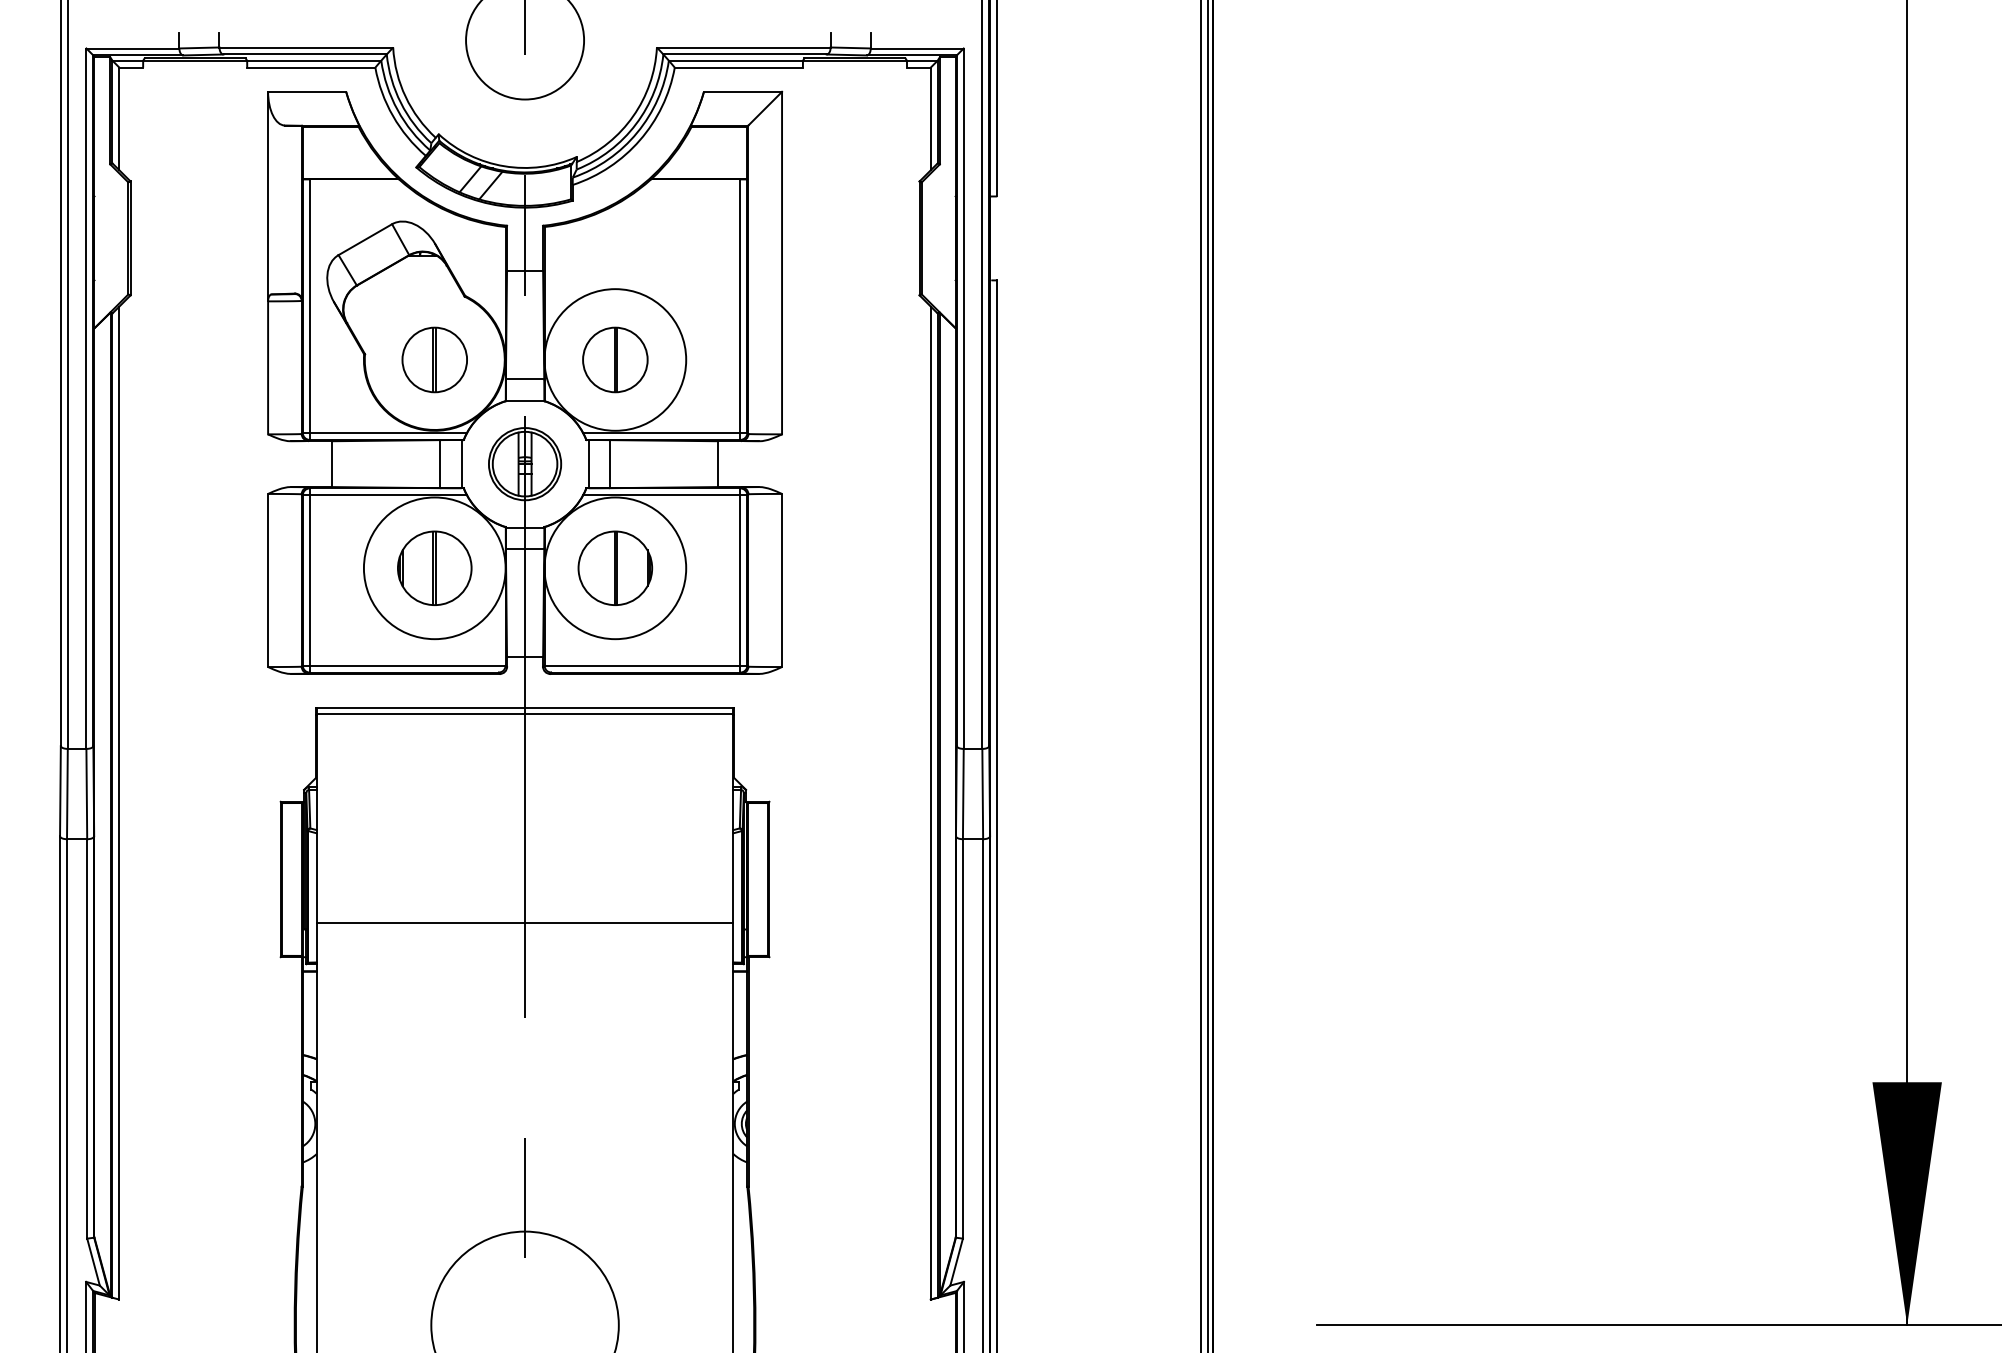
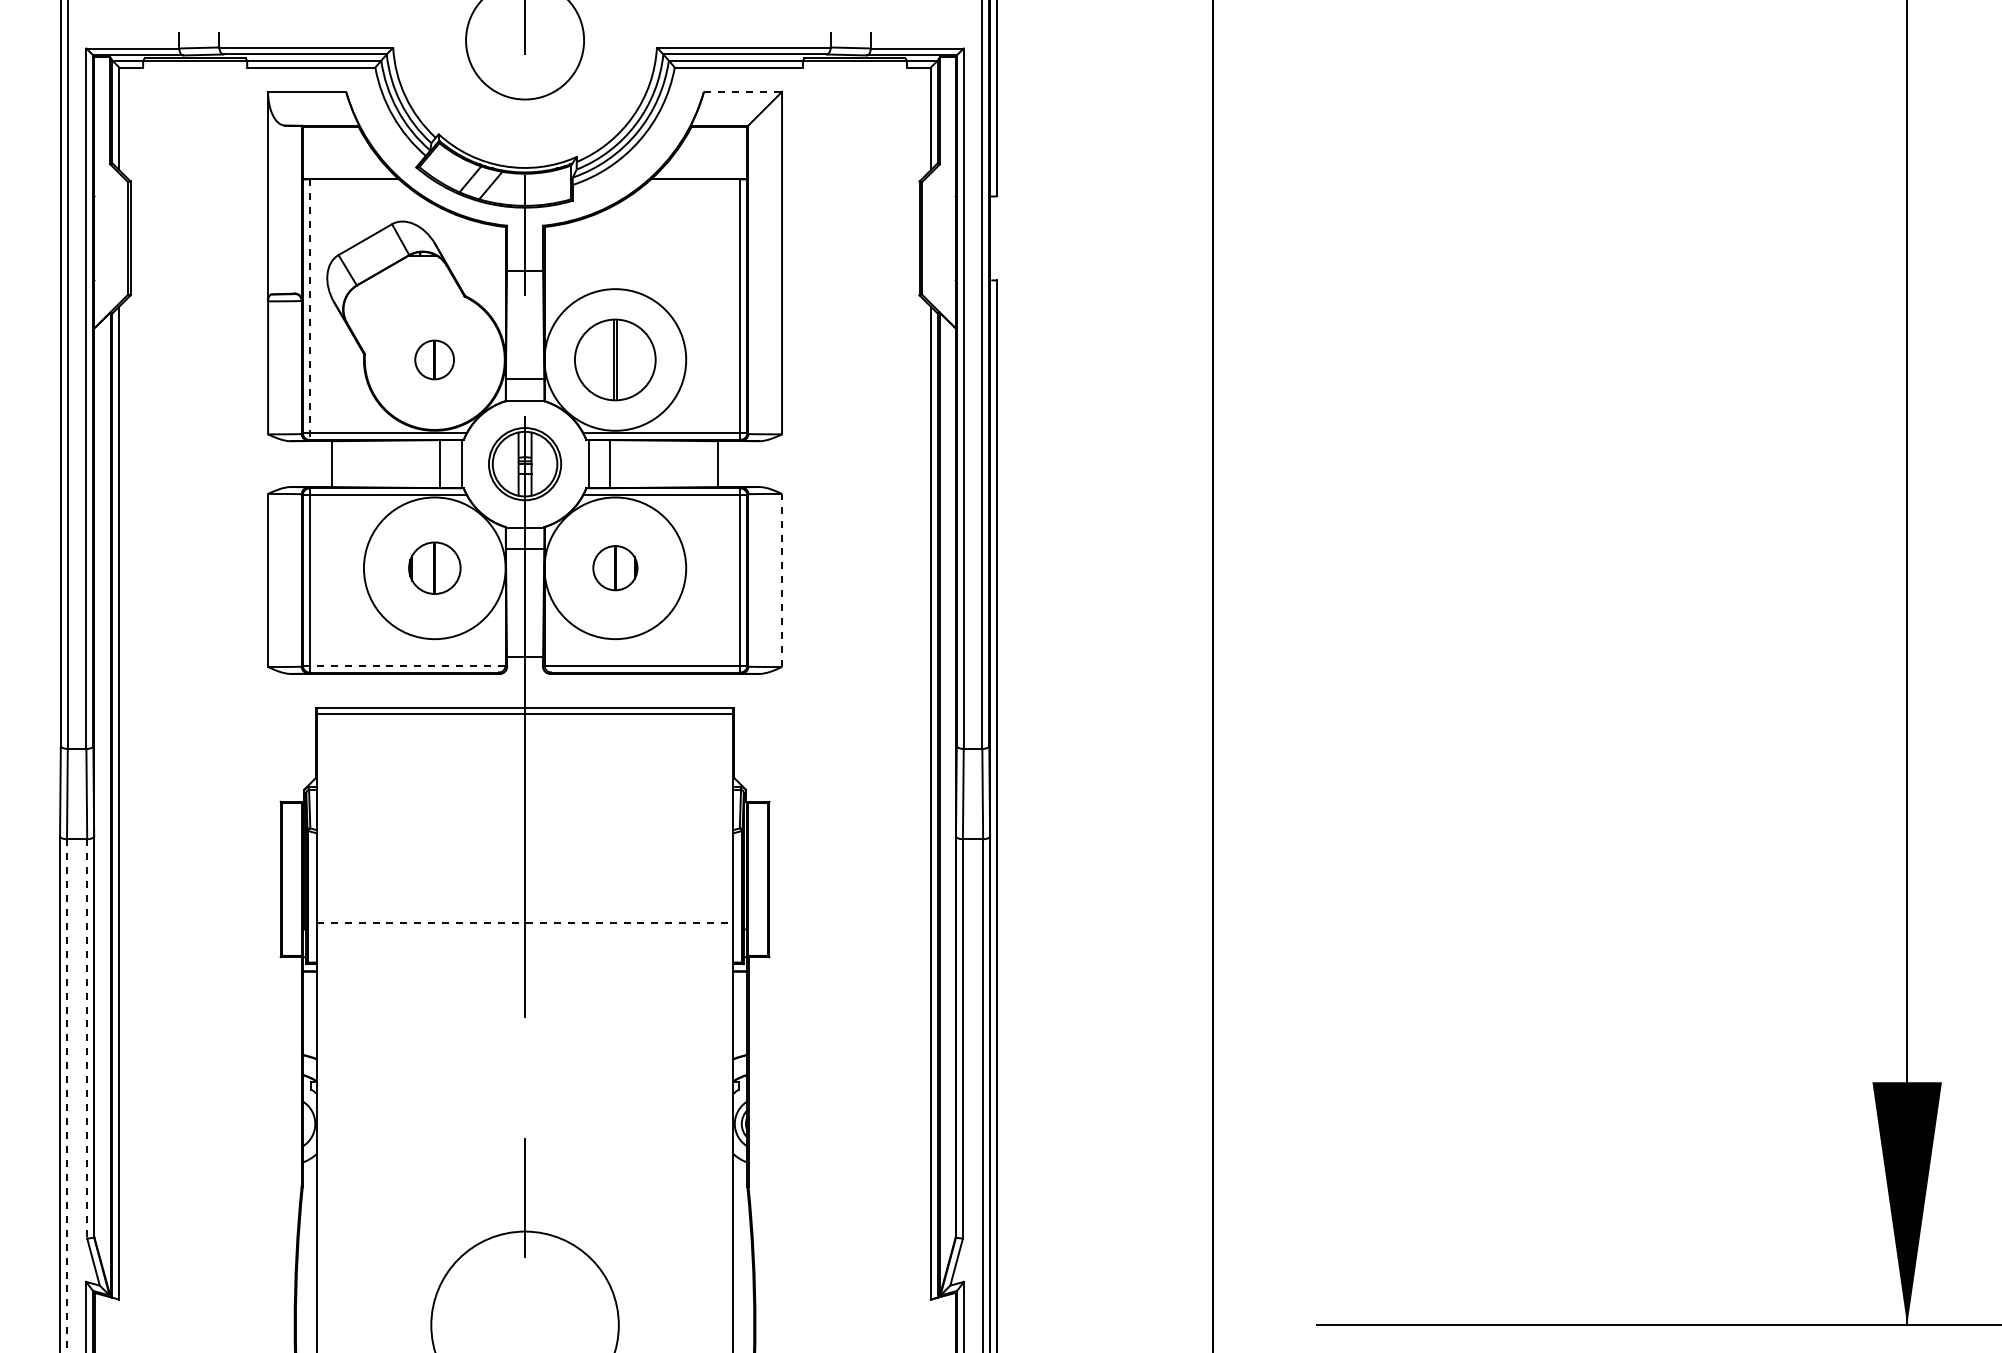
line at (743, 91): solid -> dashed
line at (309, 310): solid -> dashed
part at (434, 359) size: 67x68 px -> 41x42 px
part at (615, 359) size: 67x68 px -> 83x84 px
part at (434, 567) size: 76x76 px -> 54x54 px
part at (615, 567) size: 77x76 px -> 47x47 px
line at (782, 580): solid -> dashed
line at (404, 665): solid -> dashed
line at (1200, 675): present -> none
line at (1207, 675): present -> none
line at (525, 922): solid -> dashed
line at (87, 1038): solid -> dashed
line at (67, 1096): solid -> dashed
